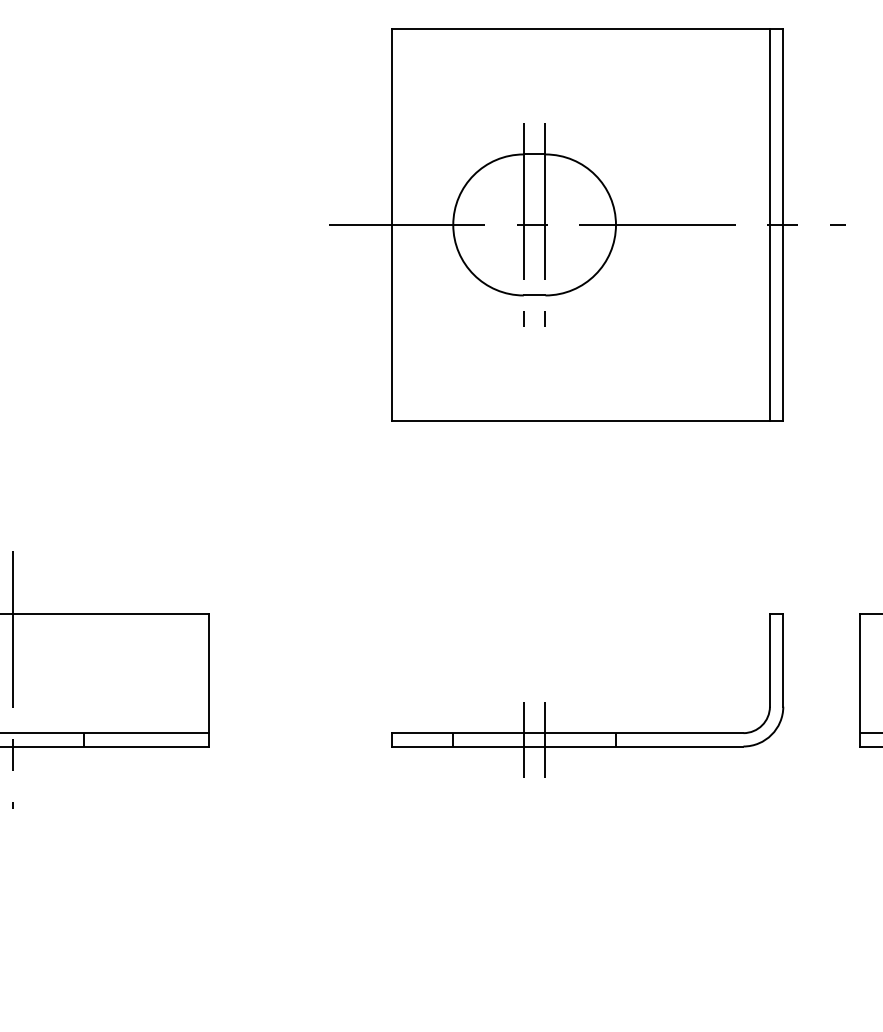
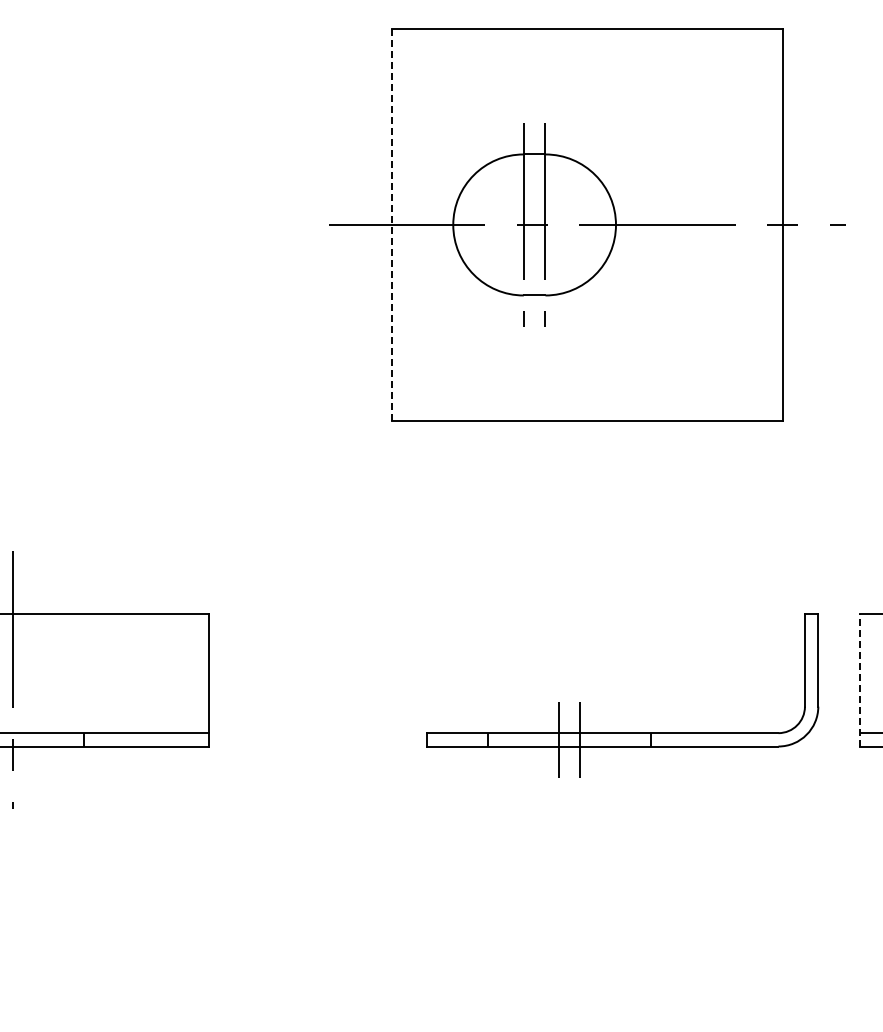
line at (391, 224): solid -> dashed
line at (769, 224): present -> none
line at (860, 679): solid -> dashed
part at (587, 732) position: (587, 732) -> (622, 732)
